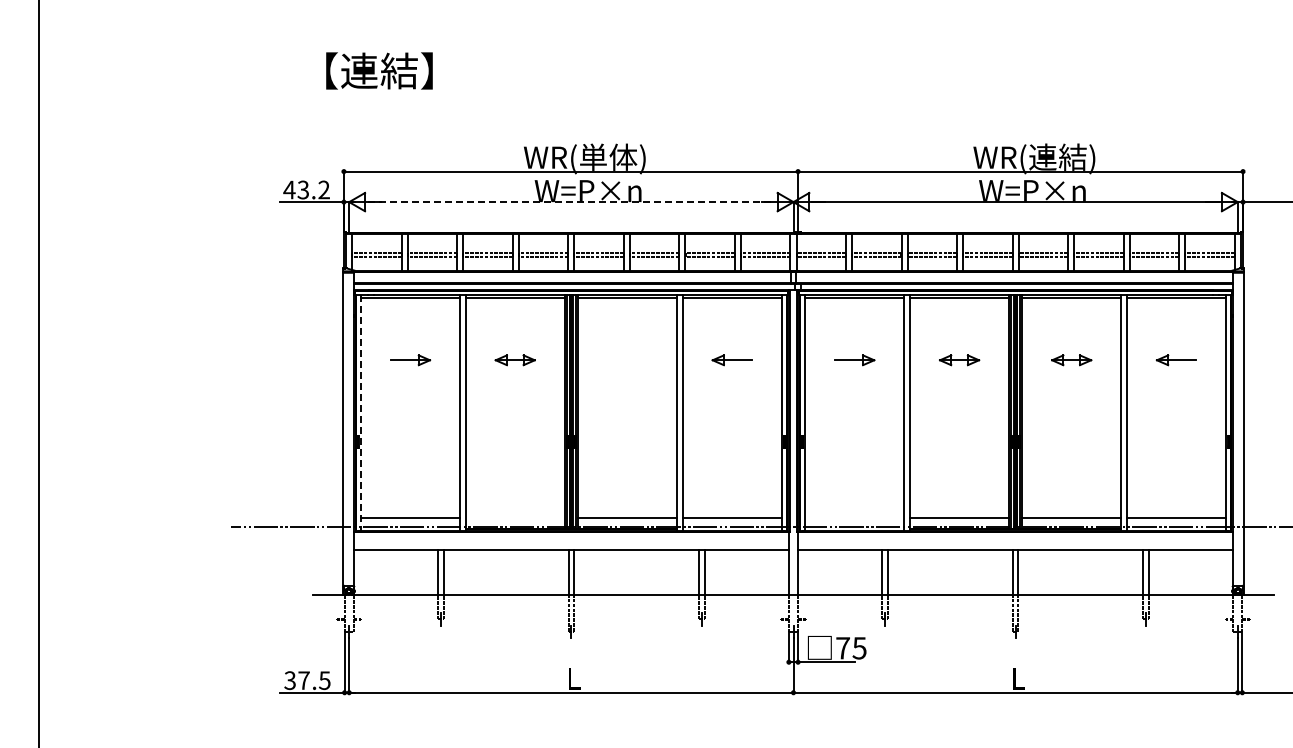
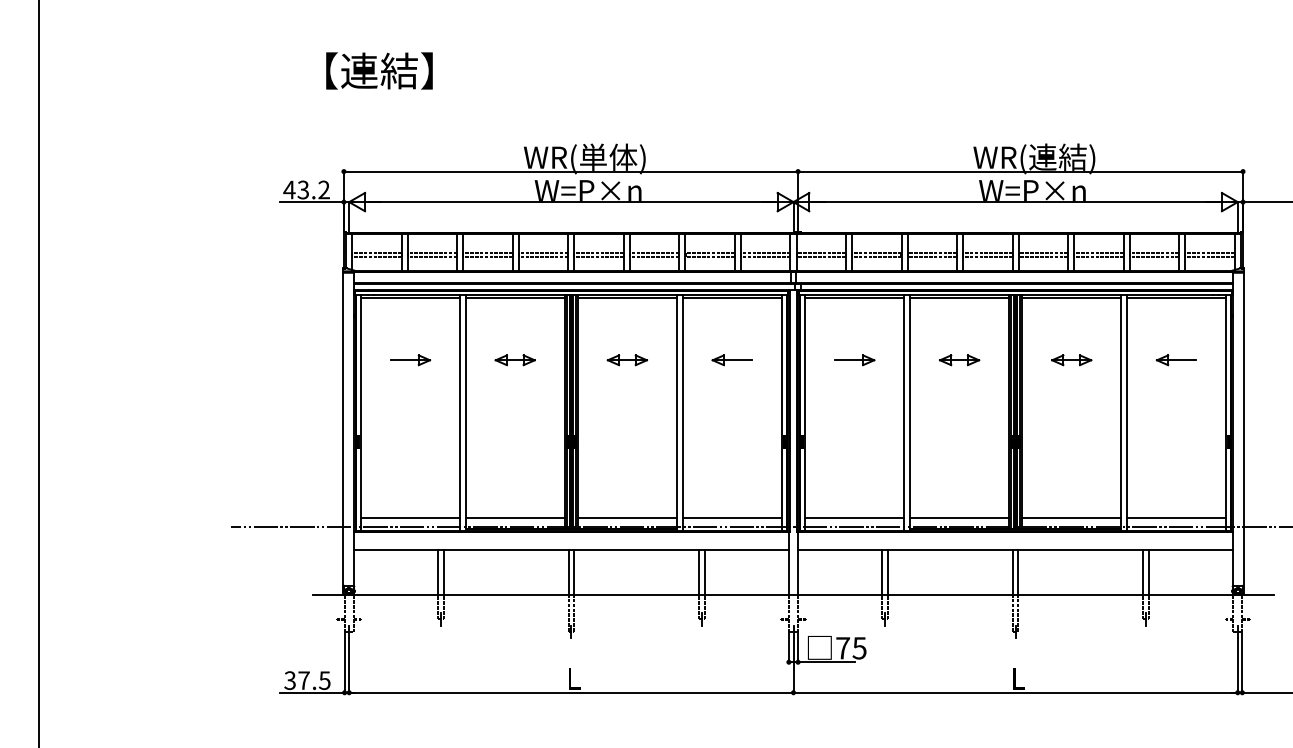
line at (571, 202): dashed -> solid
part at (626, 360): none -> present
line at (360, 413): dashed -> solid
line at (514, 517): none -> present
line at (854, 517): none -> present
